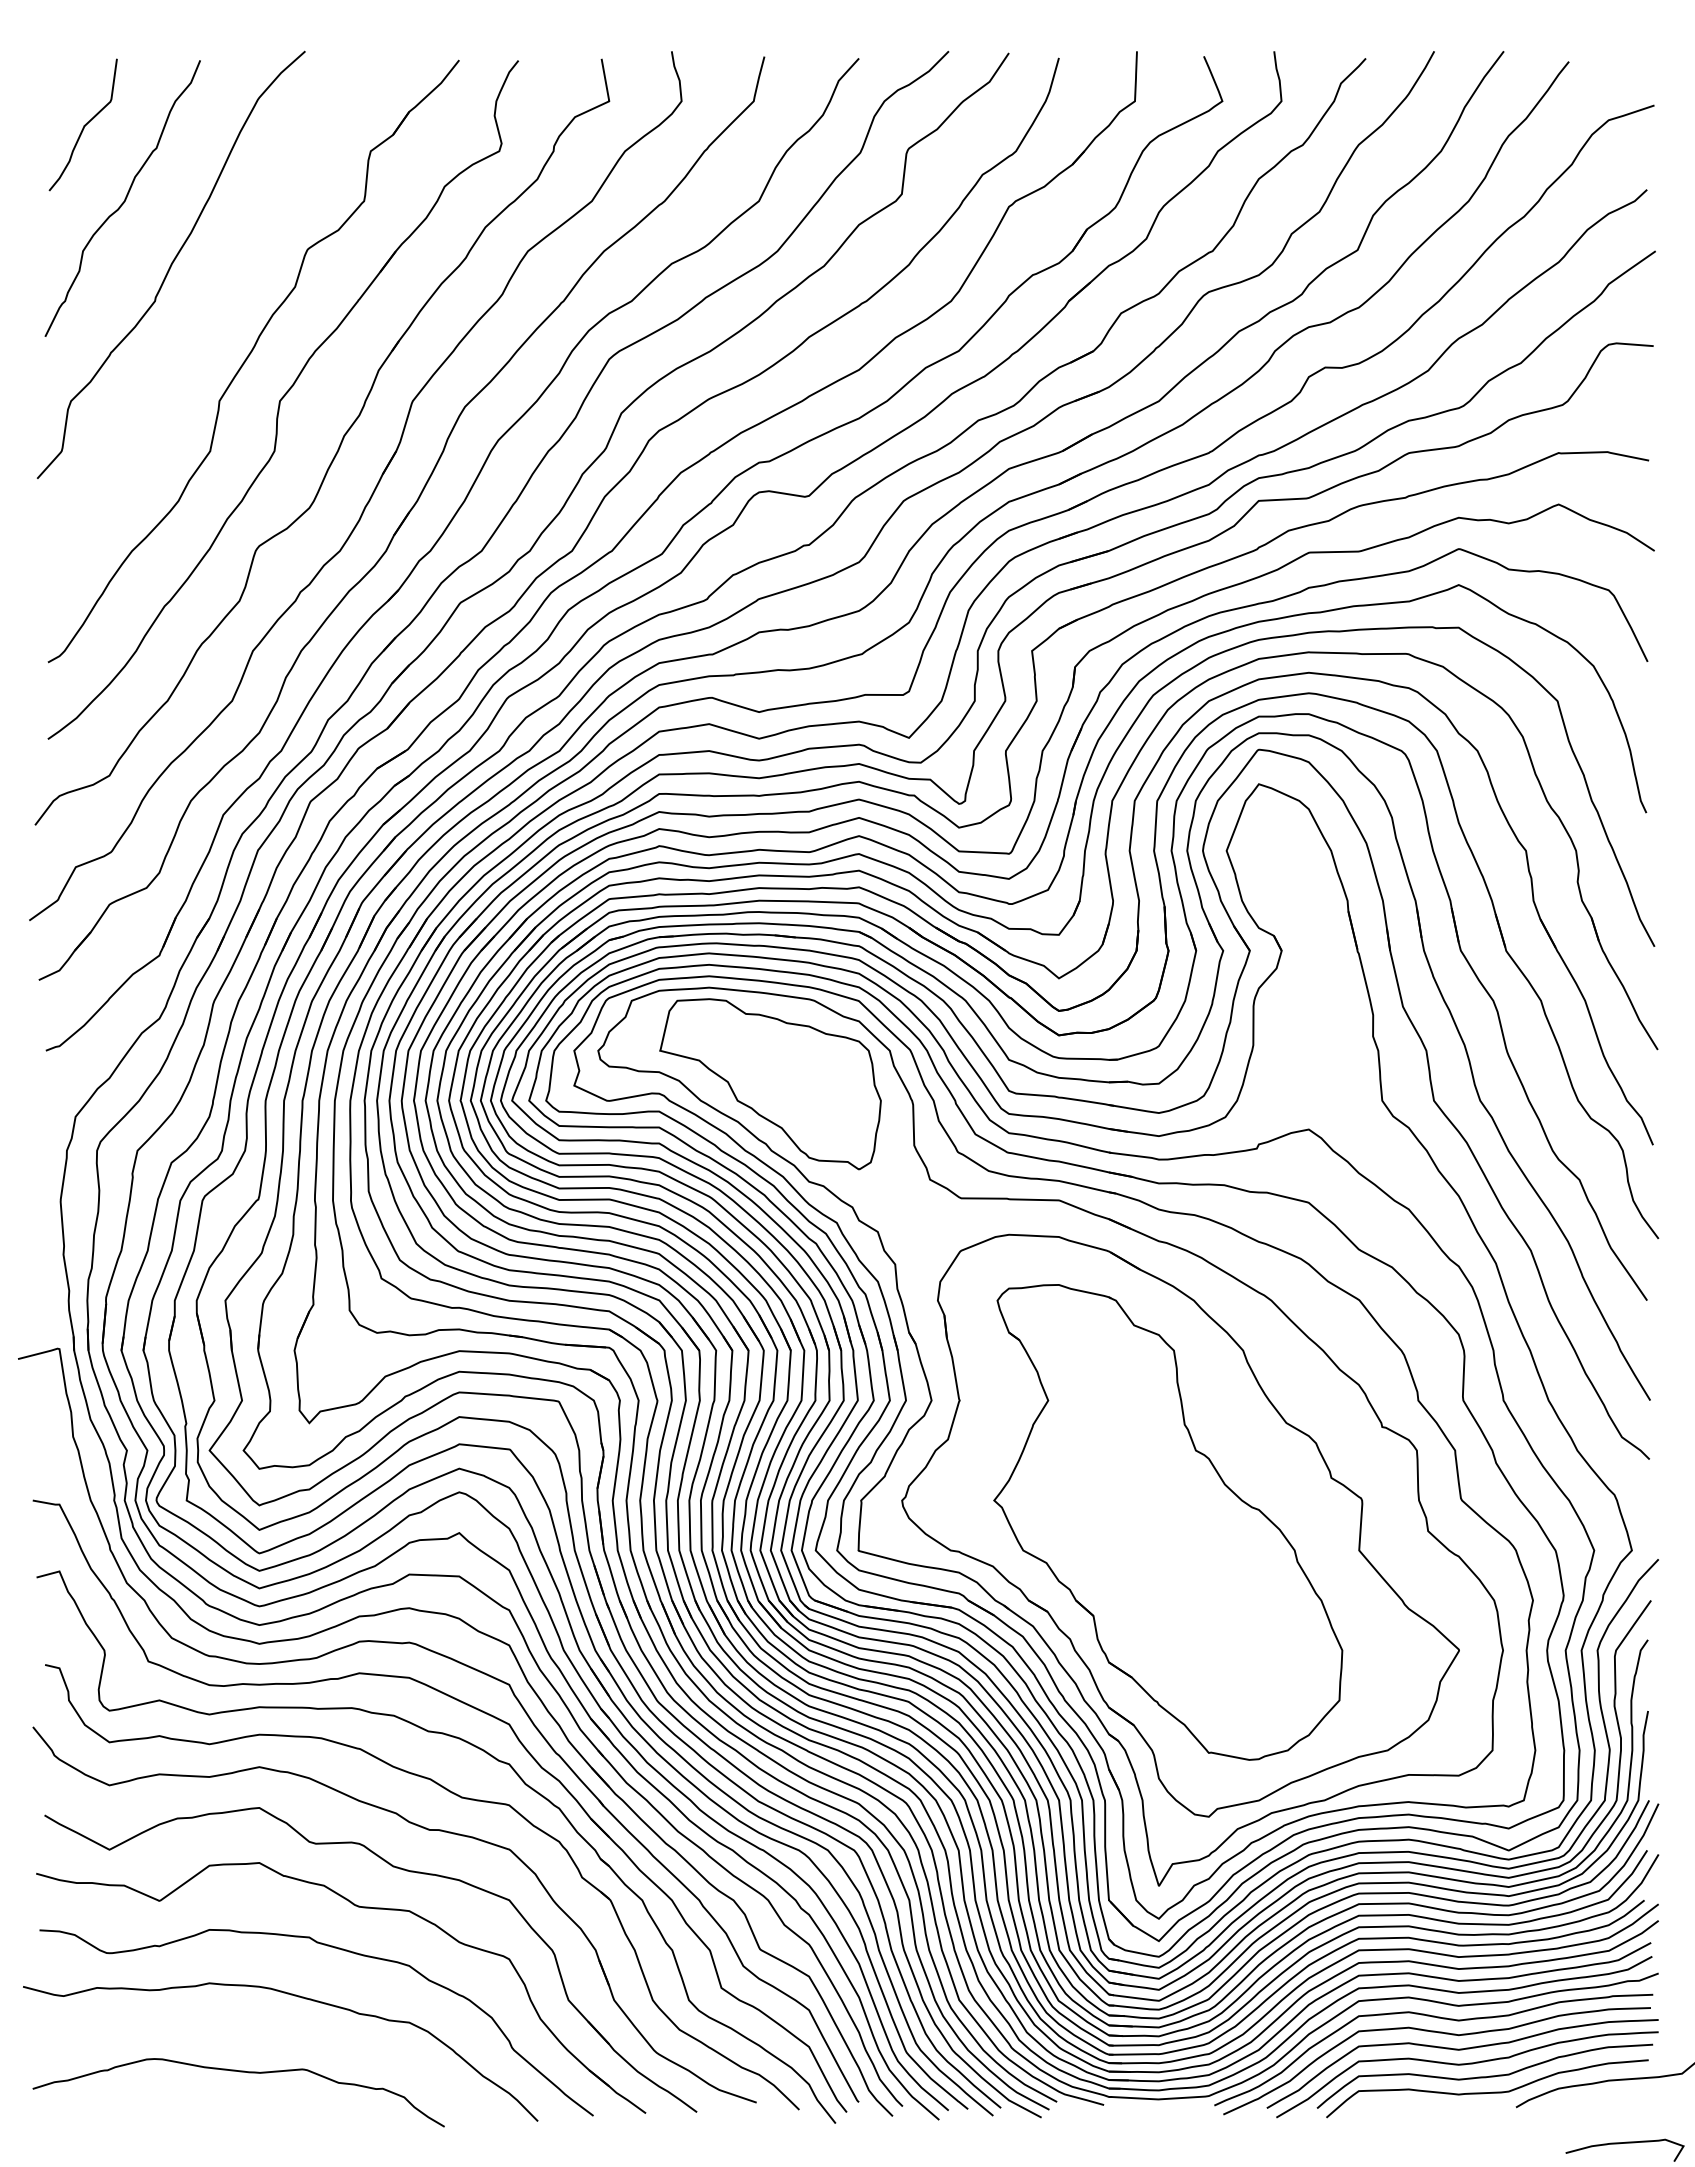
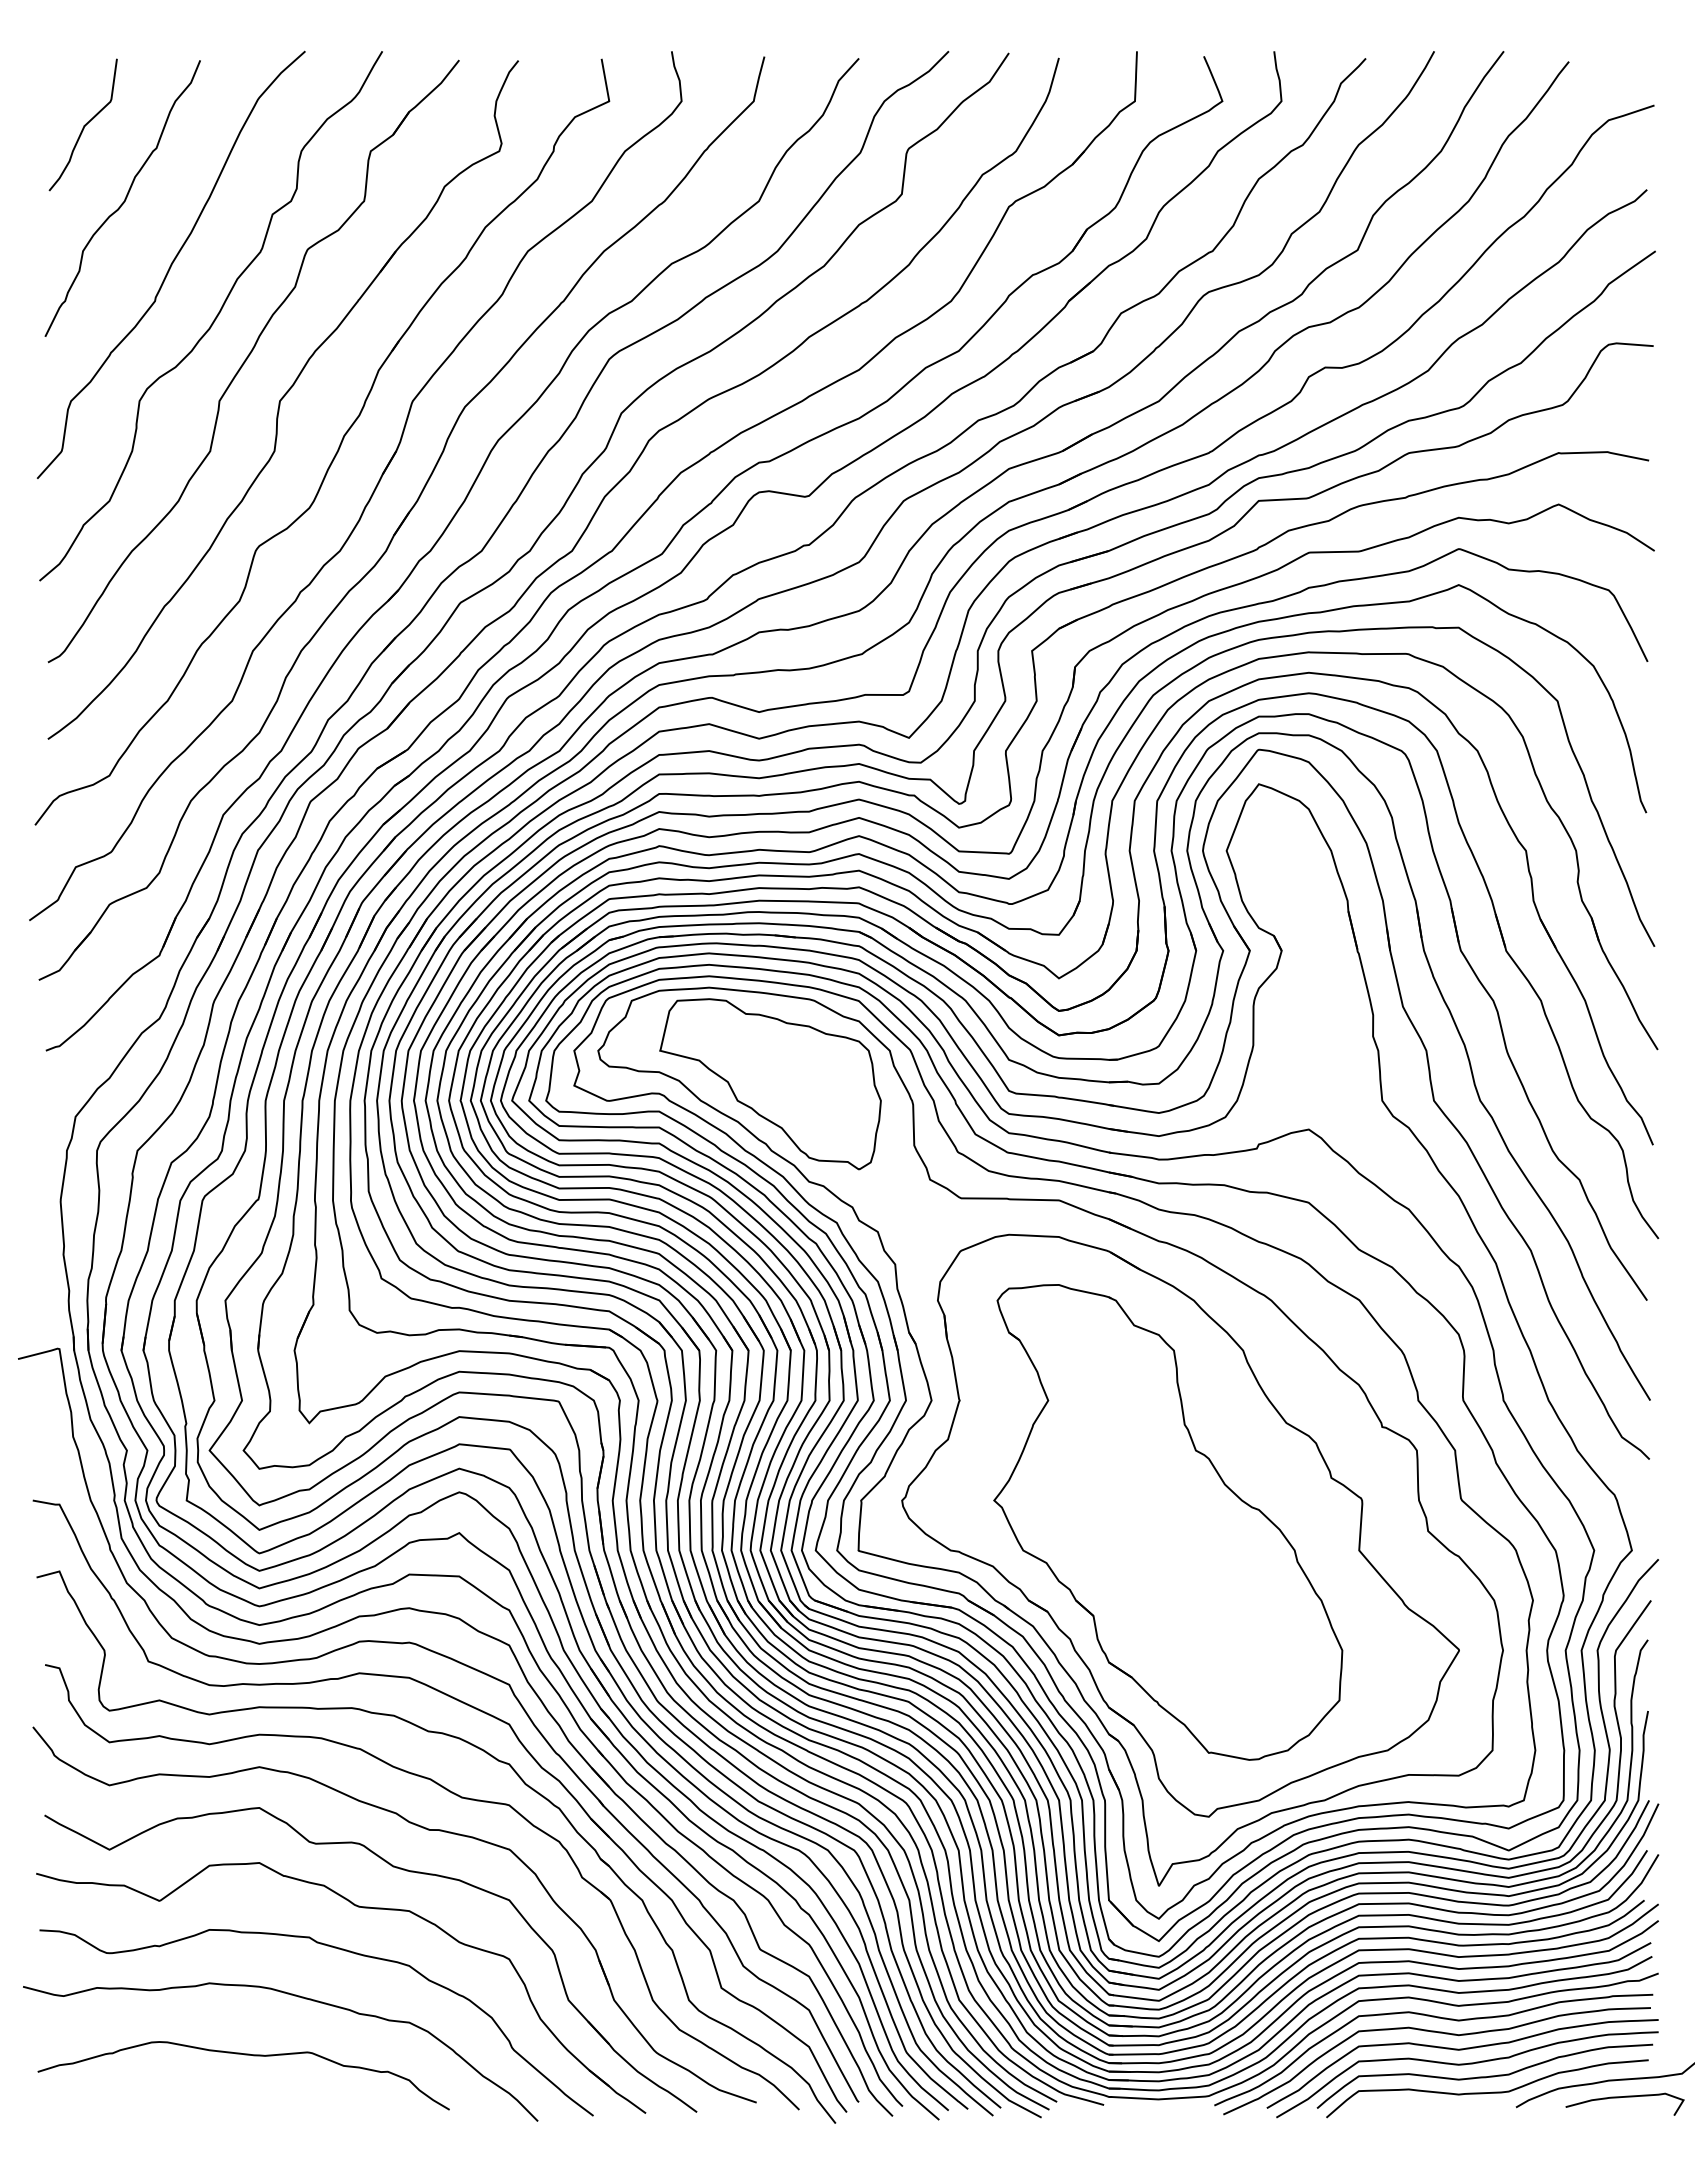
curve at (214, 318): none -> present
curve at (239, 2072) position: (239, 2072) -> (244, 2055)
curve at (1624, 2143) position: (1624, 2143) -> (1624, 2097)
